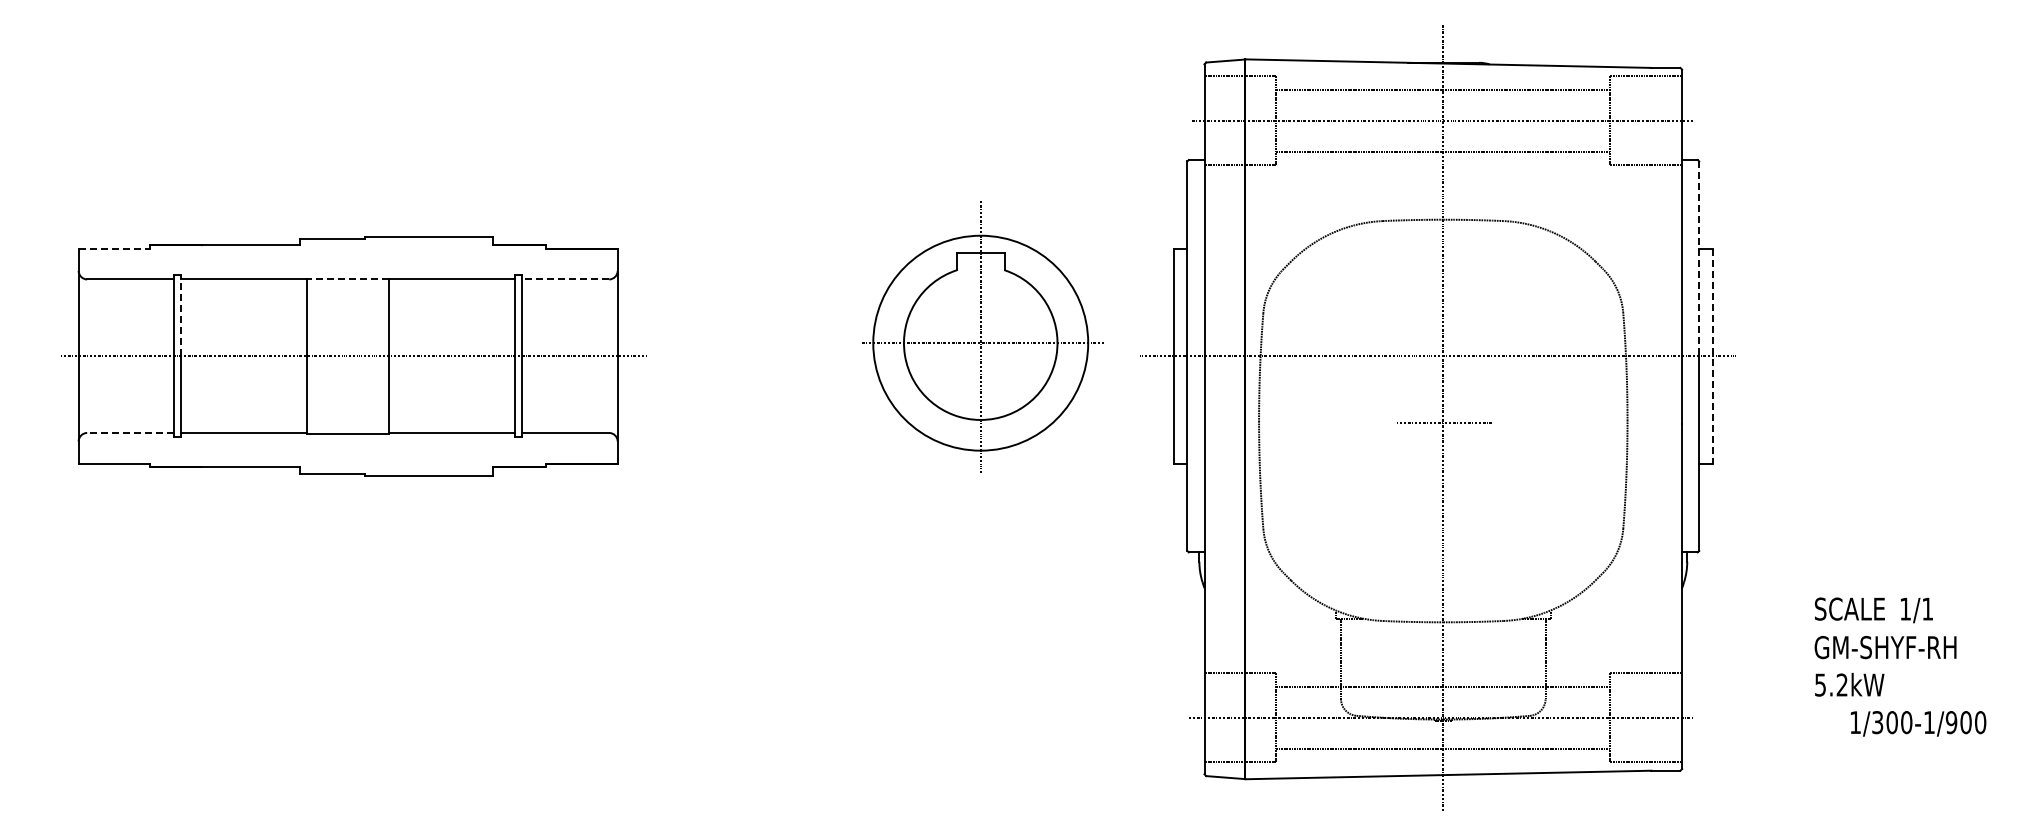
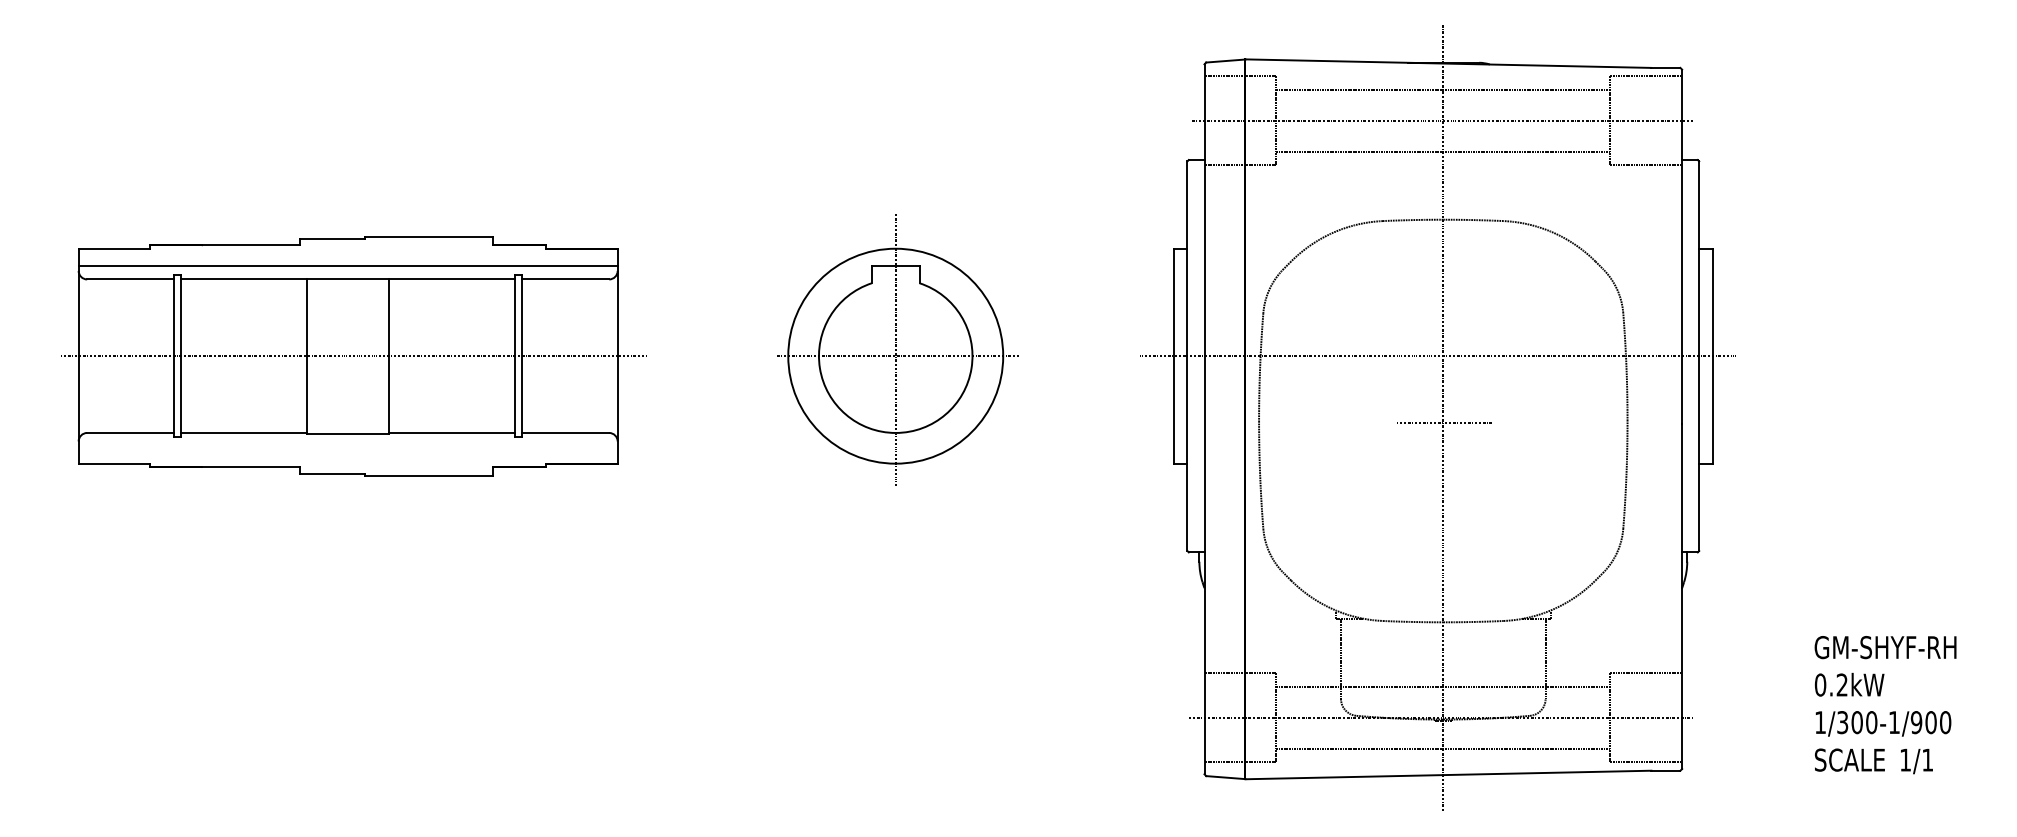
line at (114, 248): dashed -> solid
line at (1699, 259): dashed -> solid
line at (347, 266): none -> present
line at (348, 278): dashed -> solid
line at (565, 279): dashed -> solid
line at (181, 315): dashed -> solid
part at (982, 336) position: (982, 336) -> (897, 349)
line at (1712, 356): dashed -> solid
line at (130, 432): dashed -> solid
text at (1873, 610) position: (1873, 610) -> (1873, 761)
text at (1820, 684): 5.2kW -> 0.2kW
text at (1918, 723) position: (1918, 723) -> (1883, 723)
